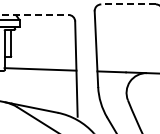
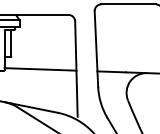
line at (128, 4): dashed -> solid
line at (34, 14): dashed -> solid
